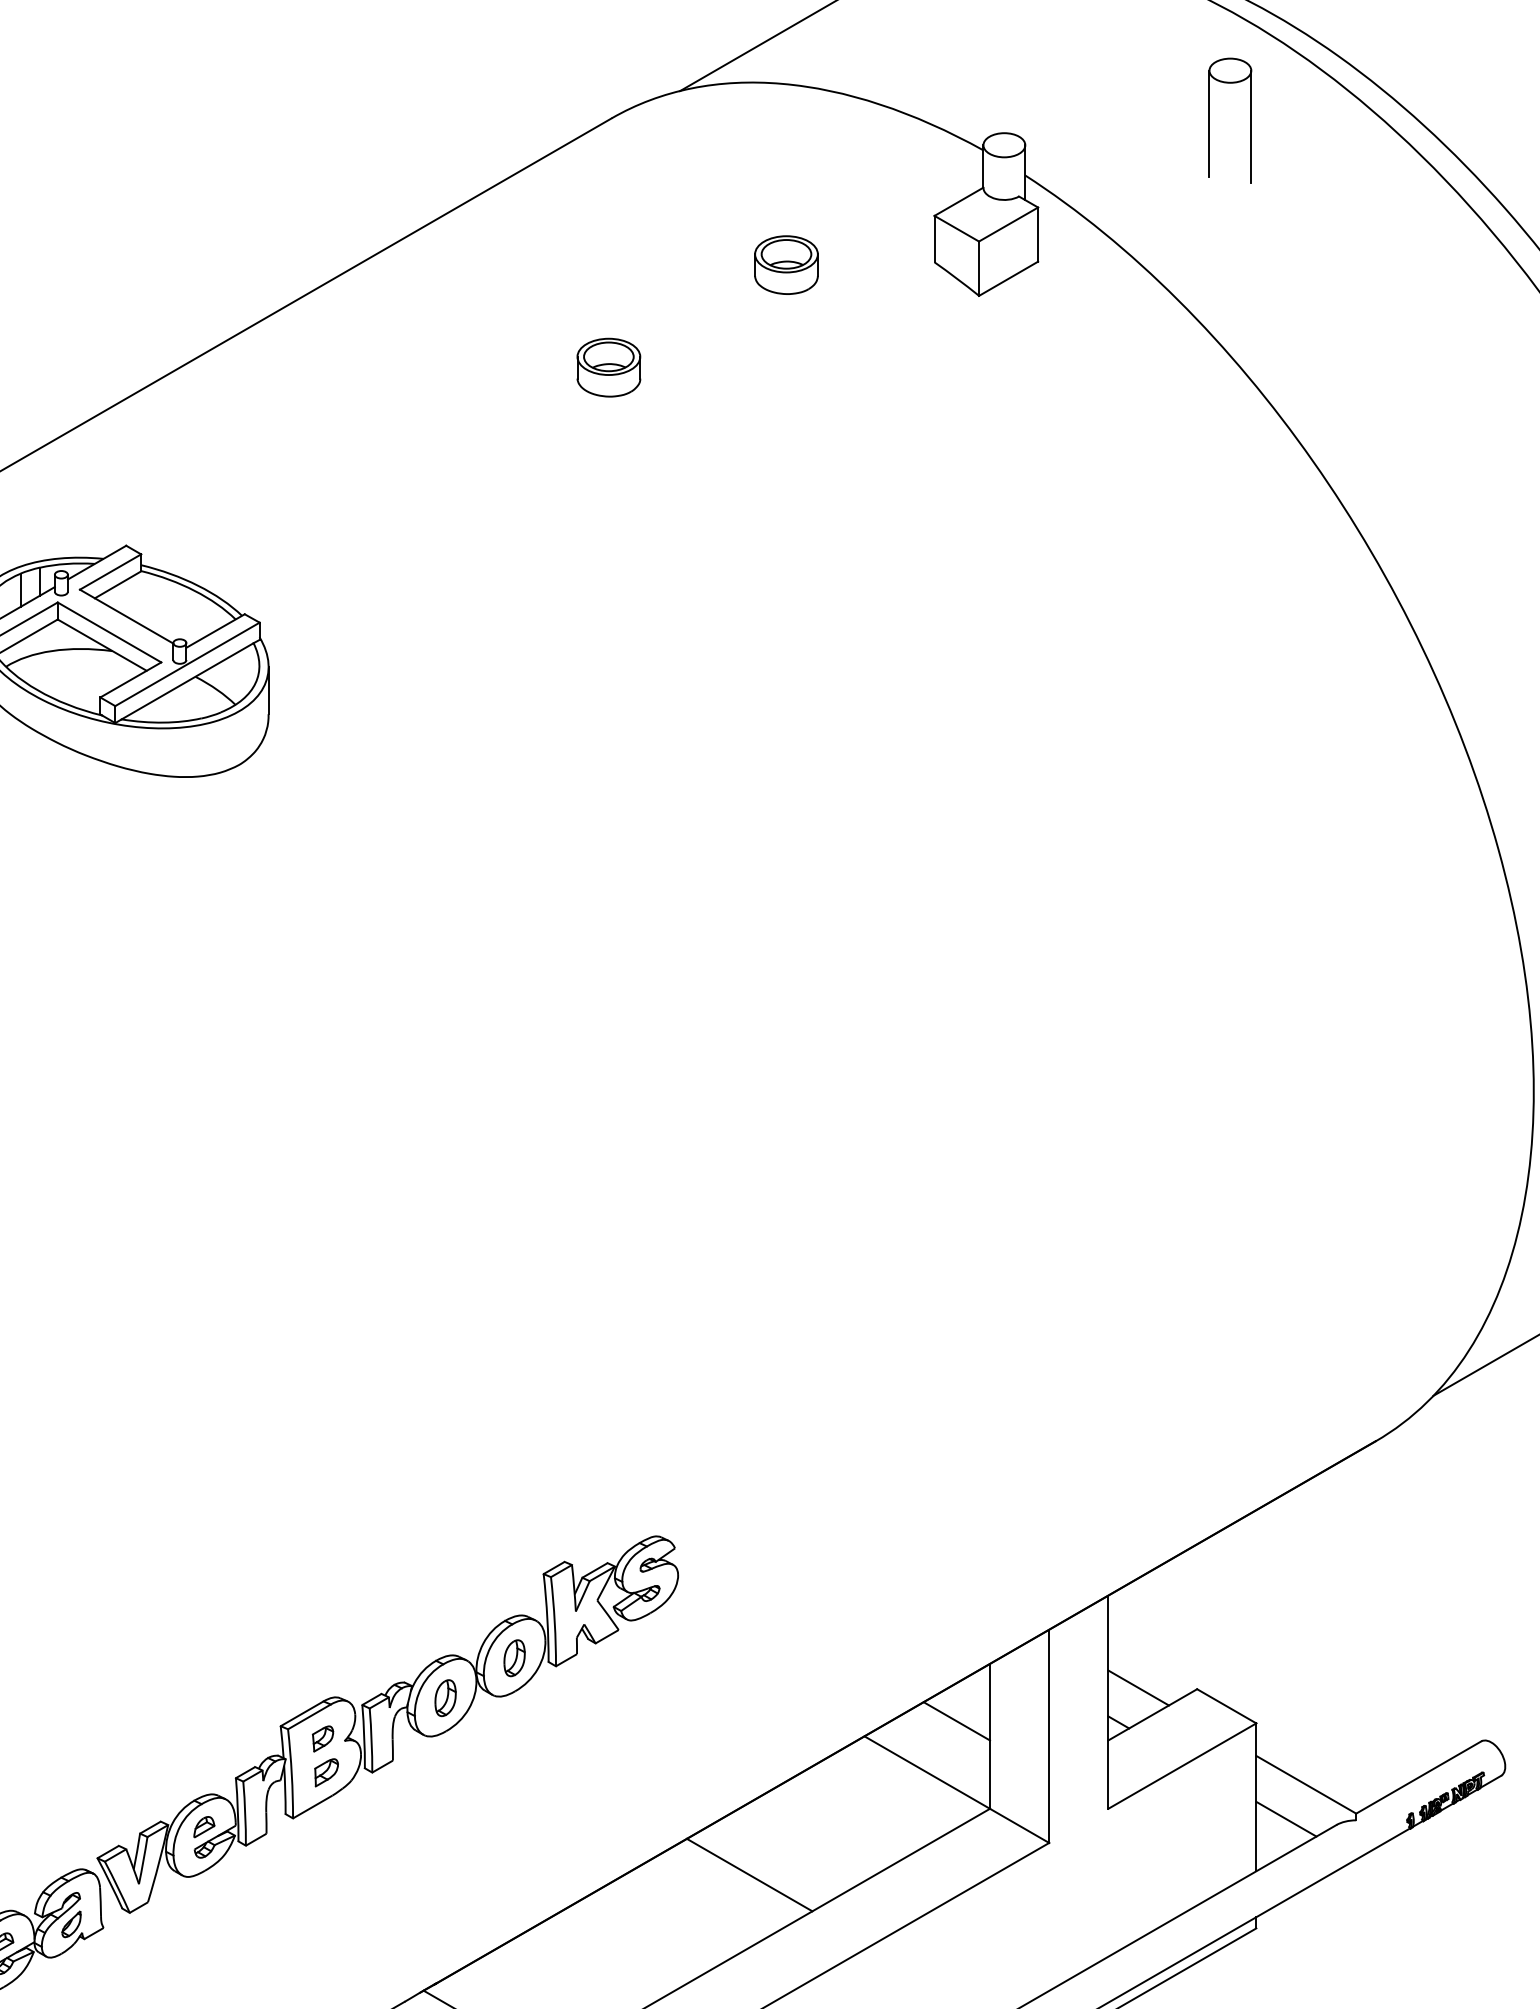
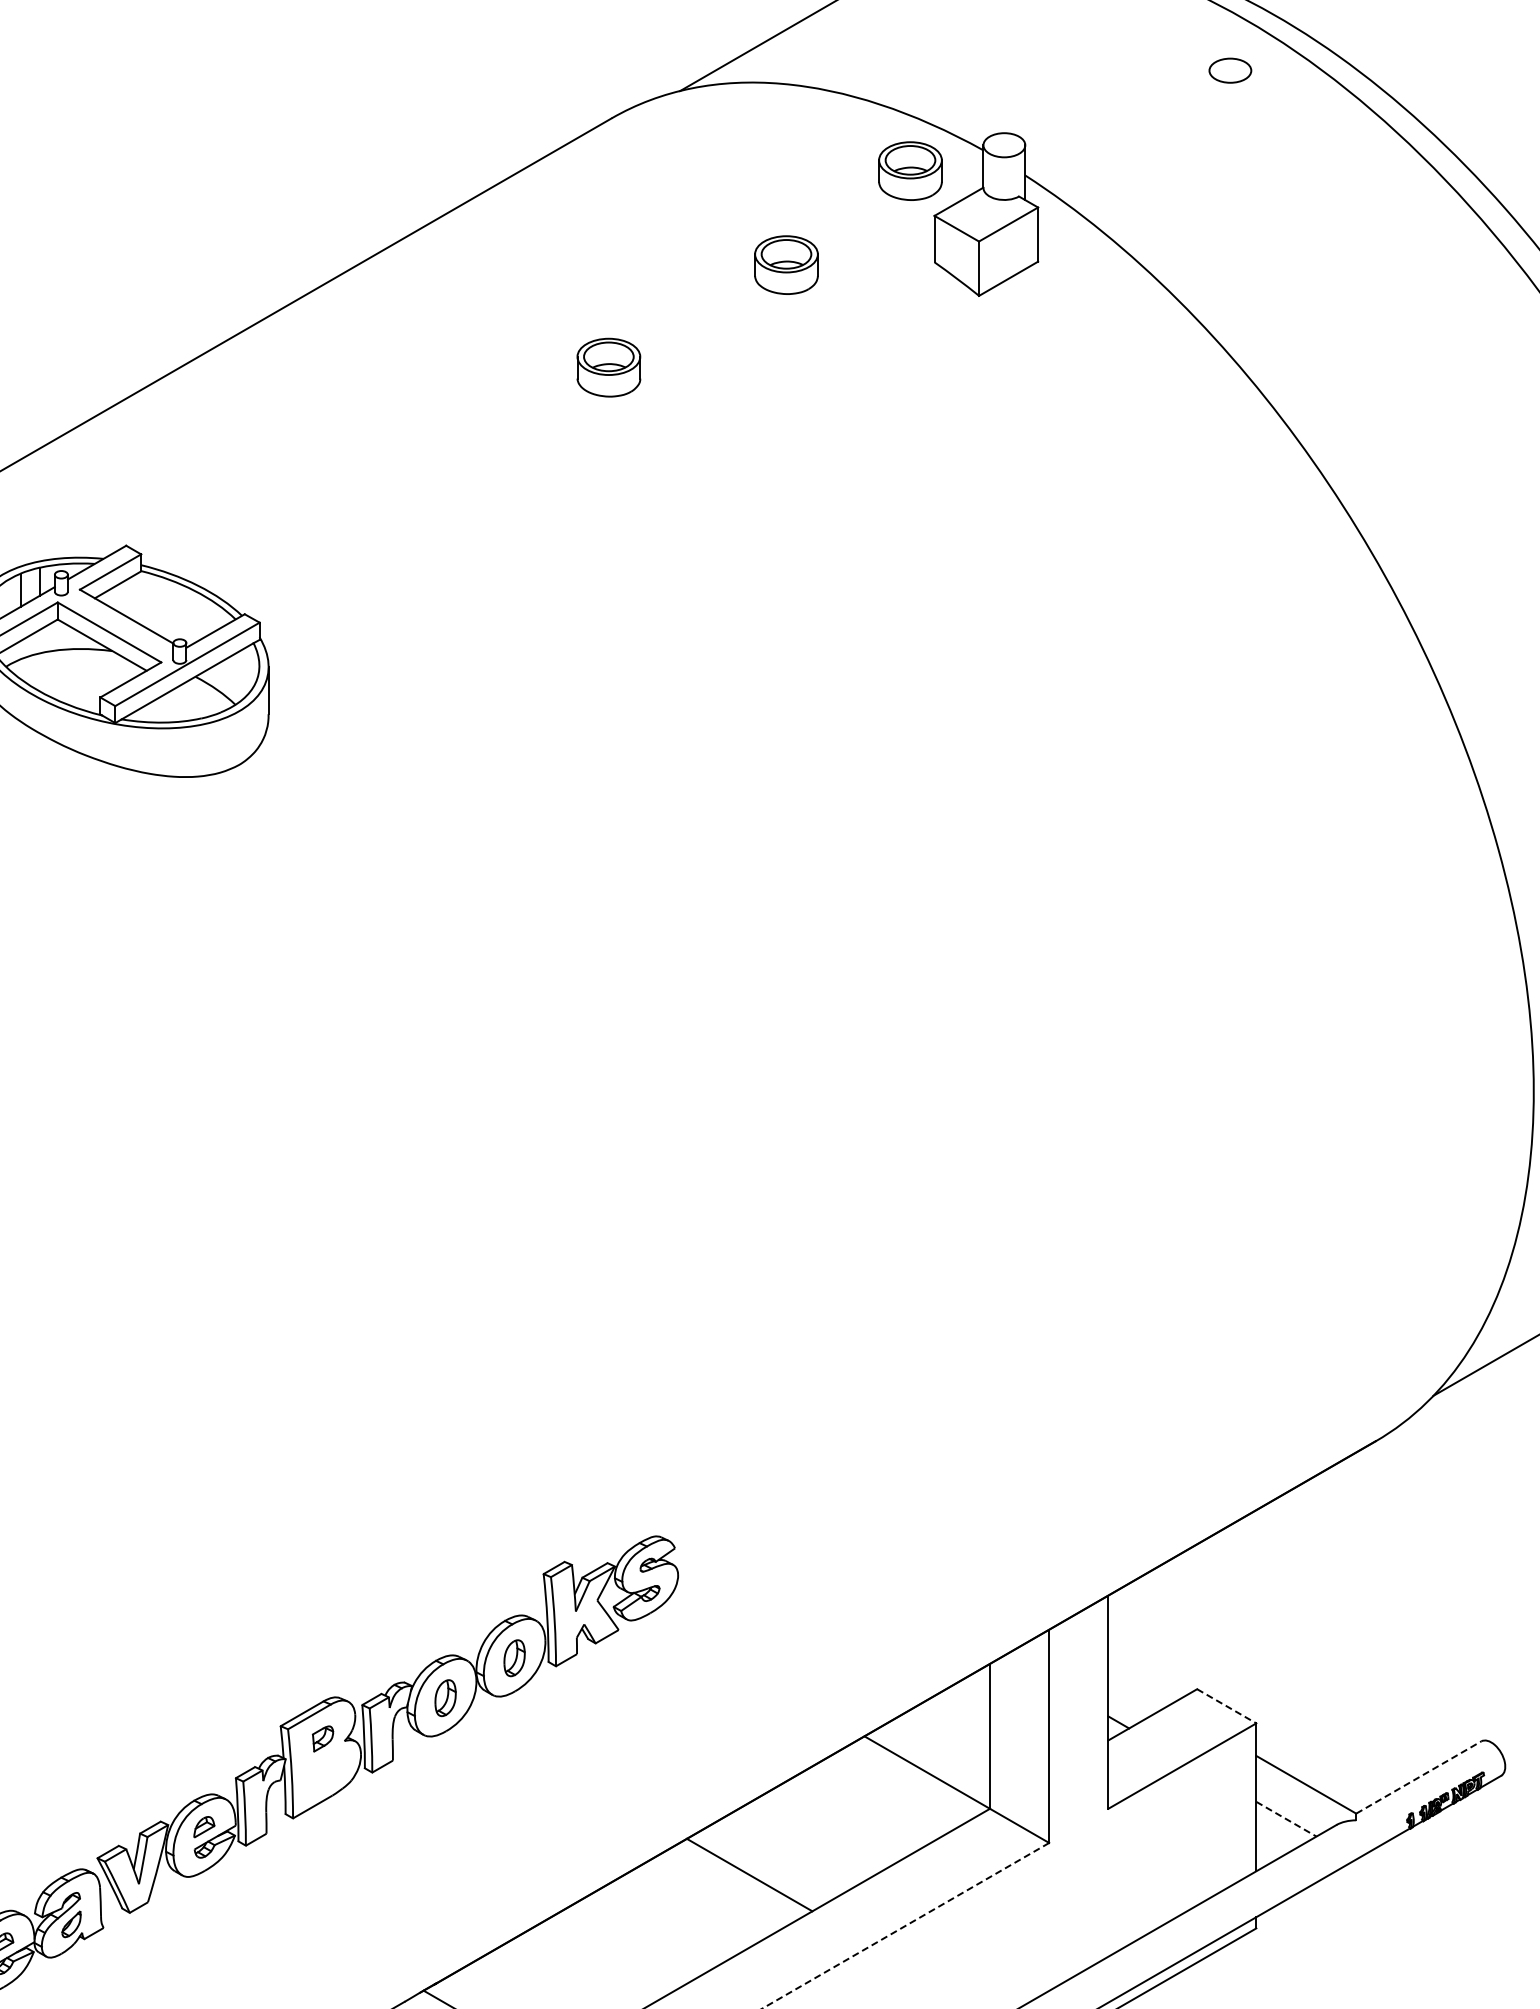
line at (1209, 123): present -> none
line at (1251, 126): present -> none
part at (910, 170): none -> present
line at (1138, 1687): present -> none
line at (1227, 1706): solid -> dashed
line at (956, 1721): present -> none
part at (326, 1772): present -> none
line at (1419, 1777): solid -> dashed
line at (1286, 1819): solid -> dashed
line at (905, 1925): solid -> dashed
